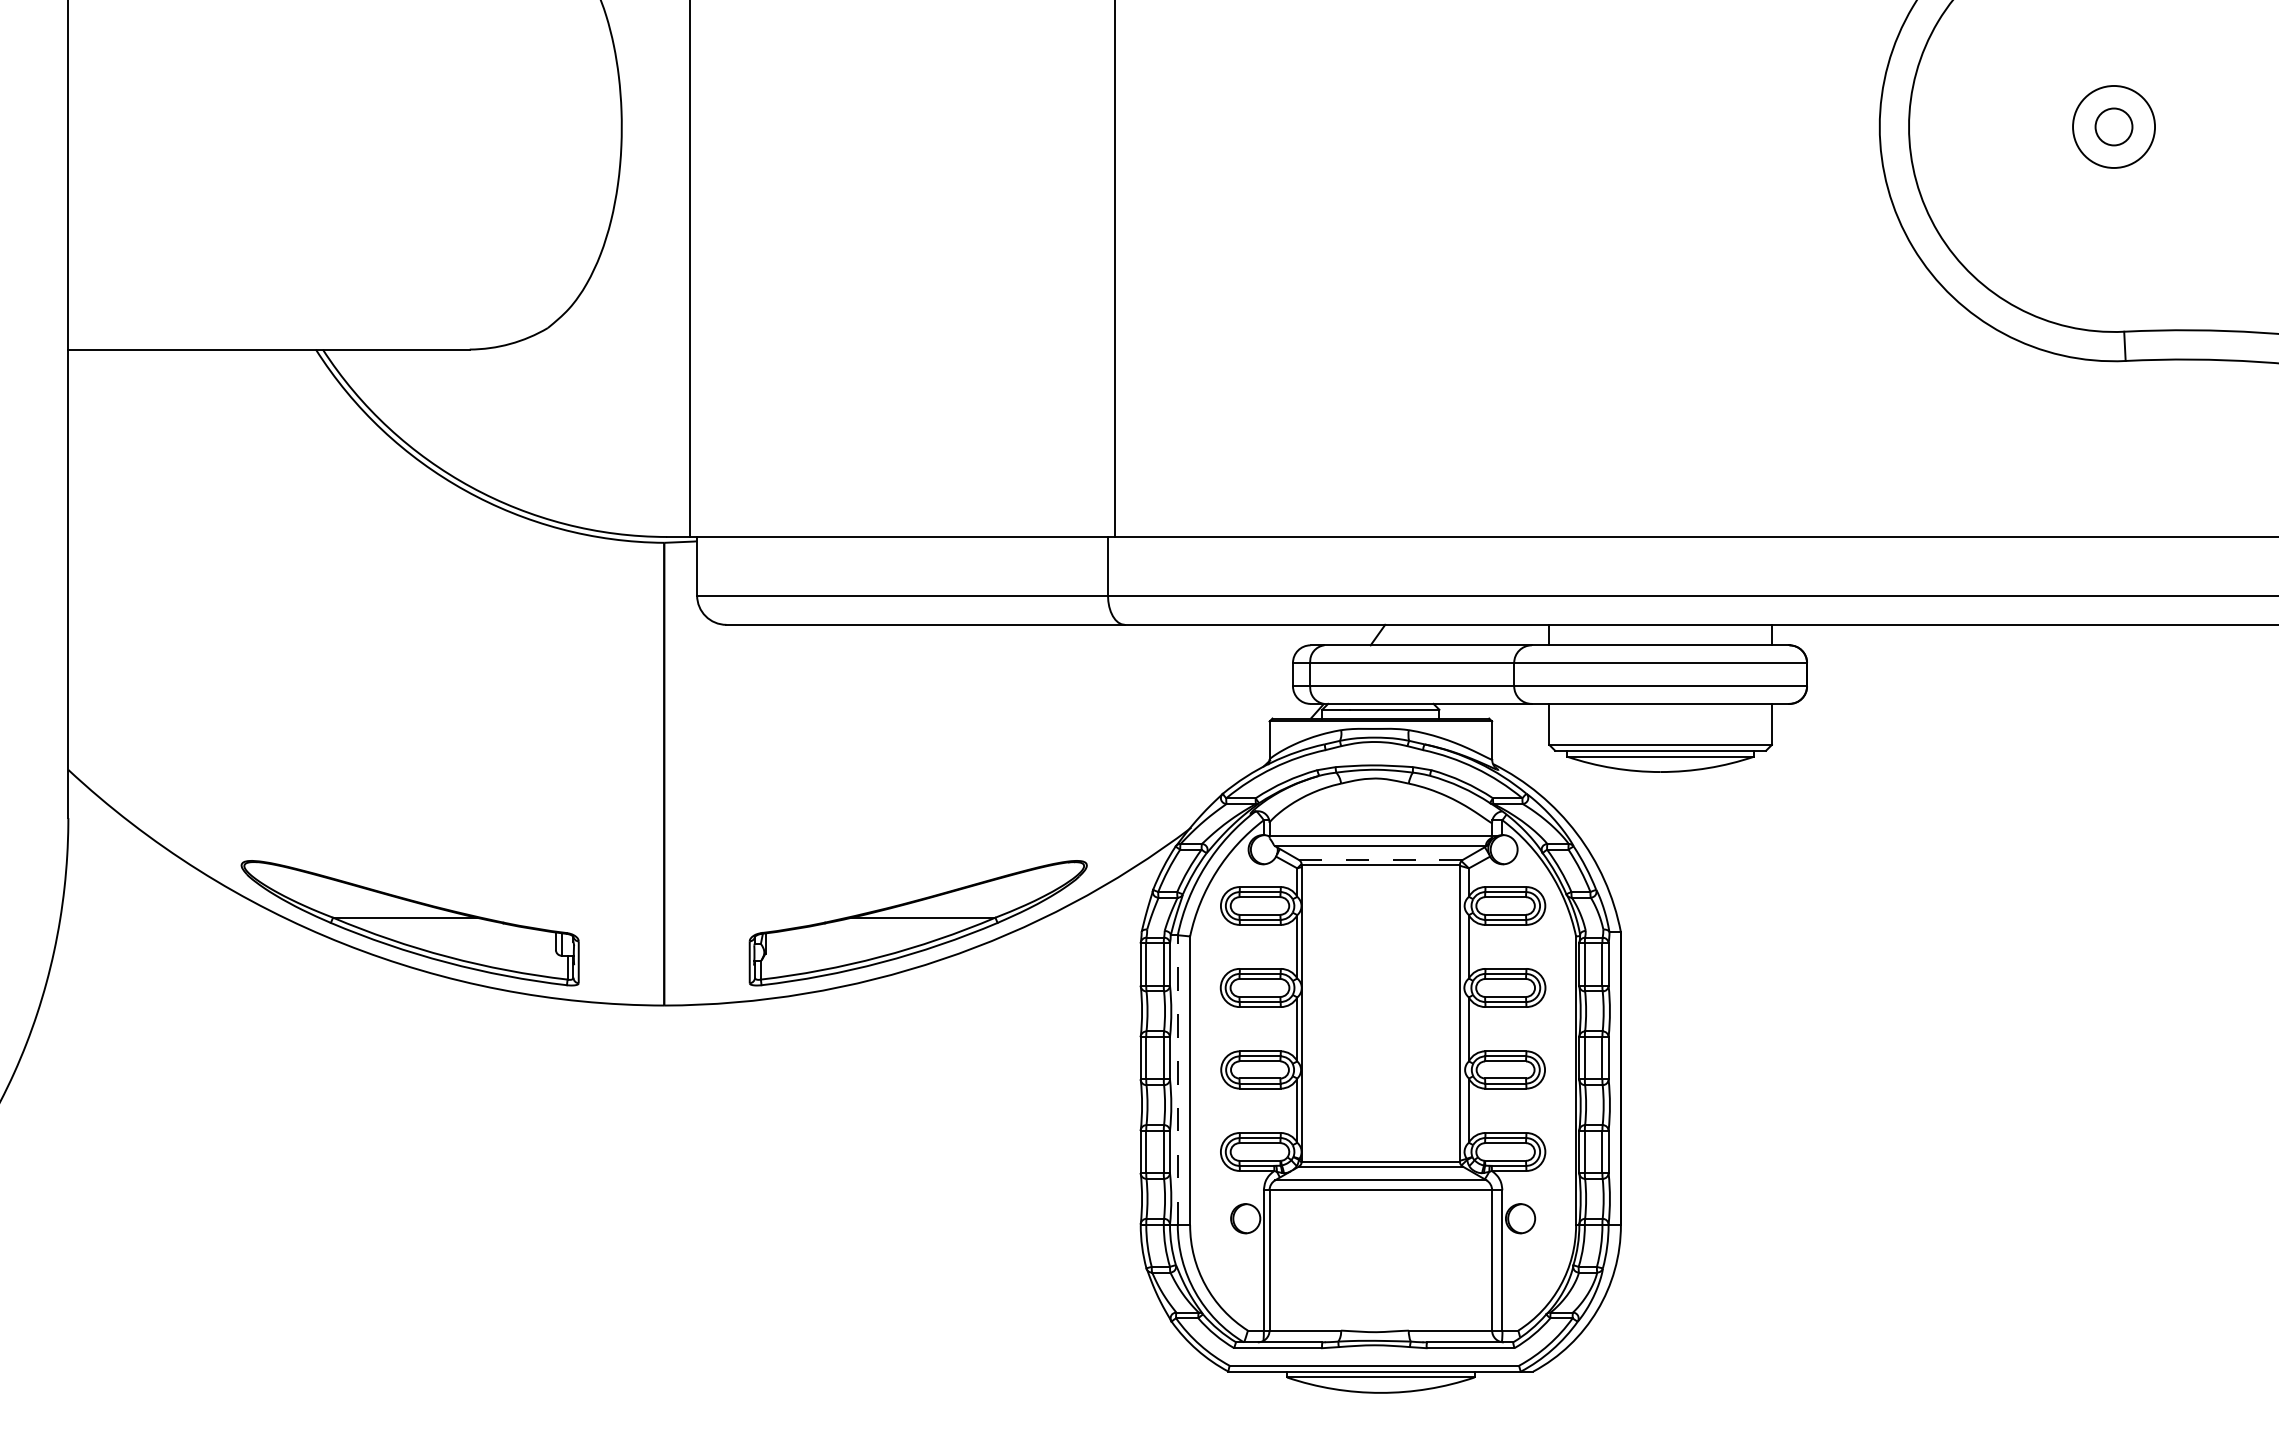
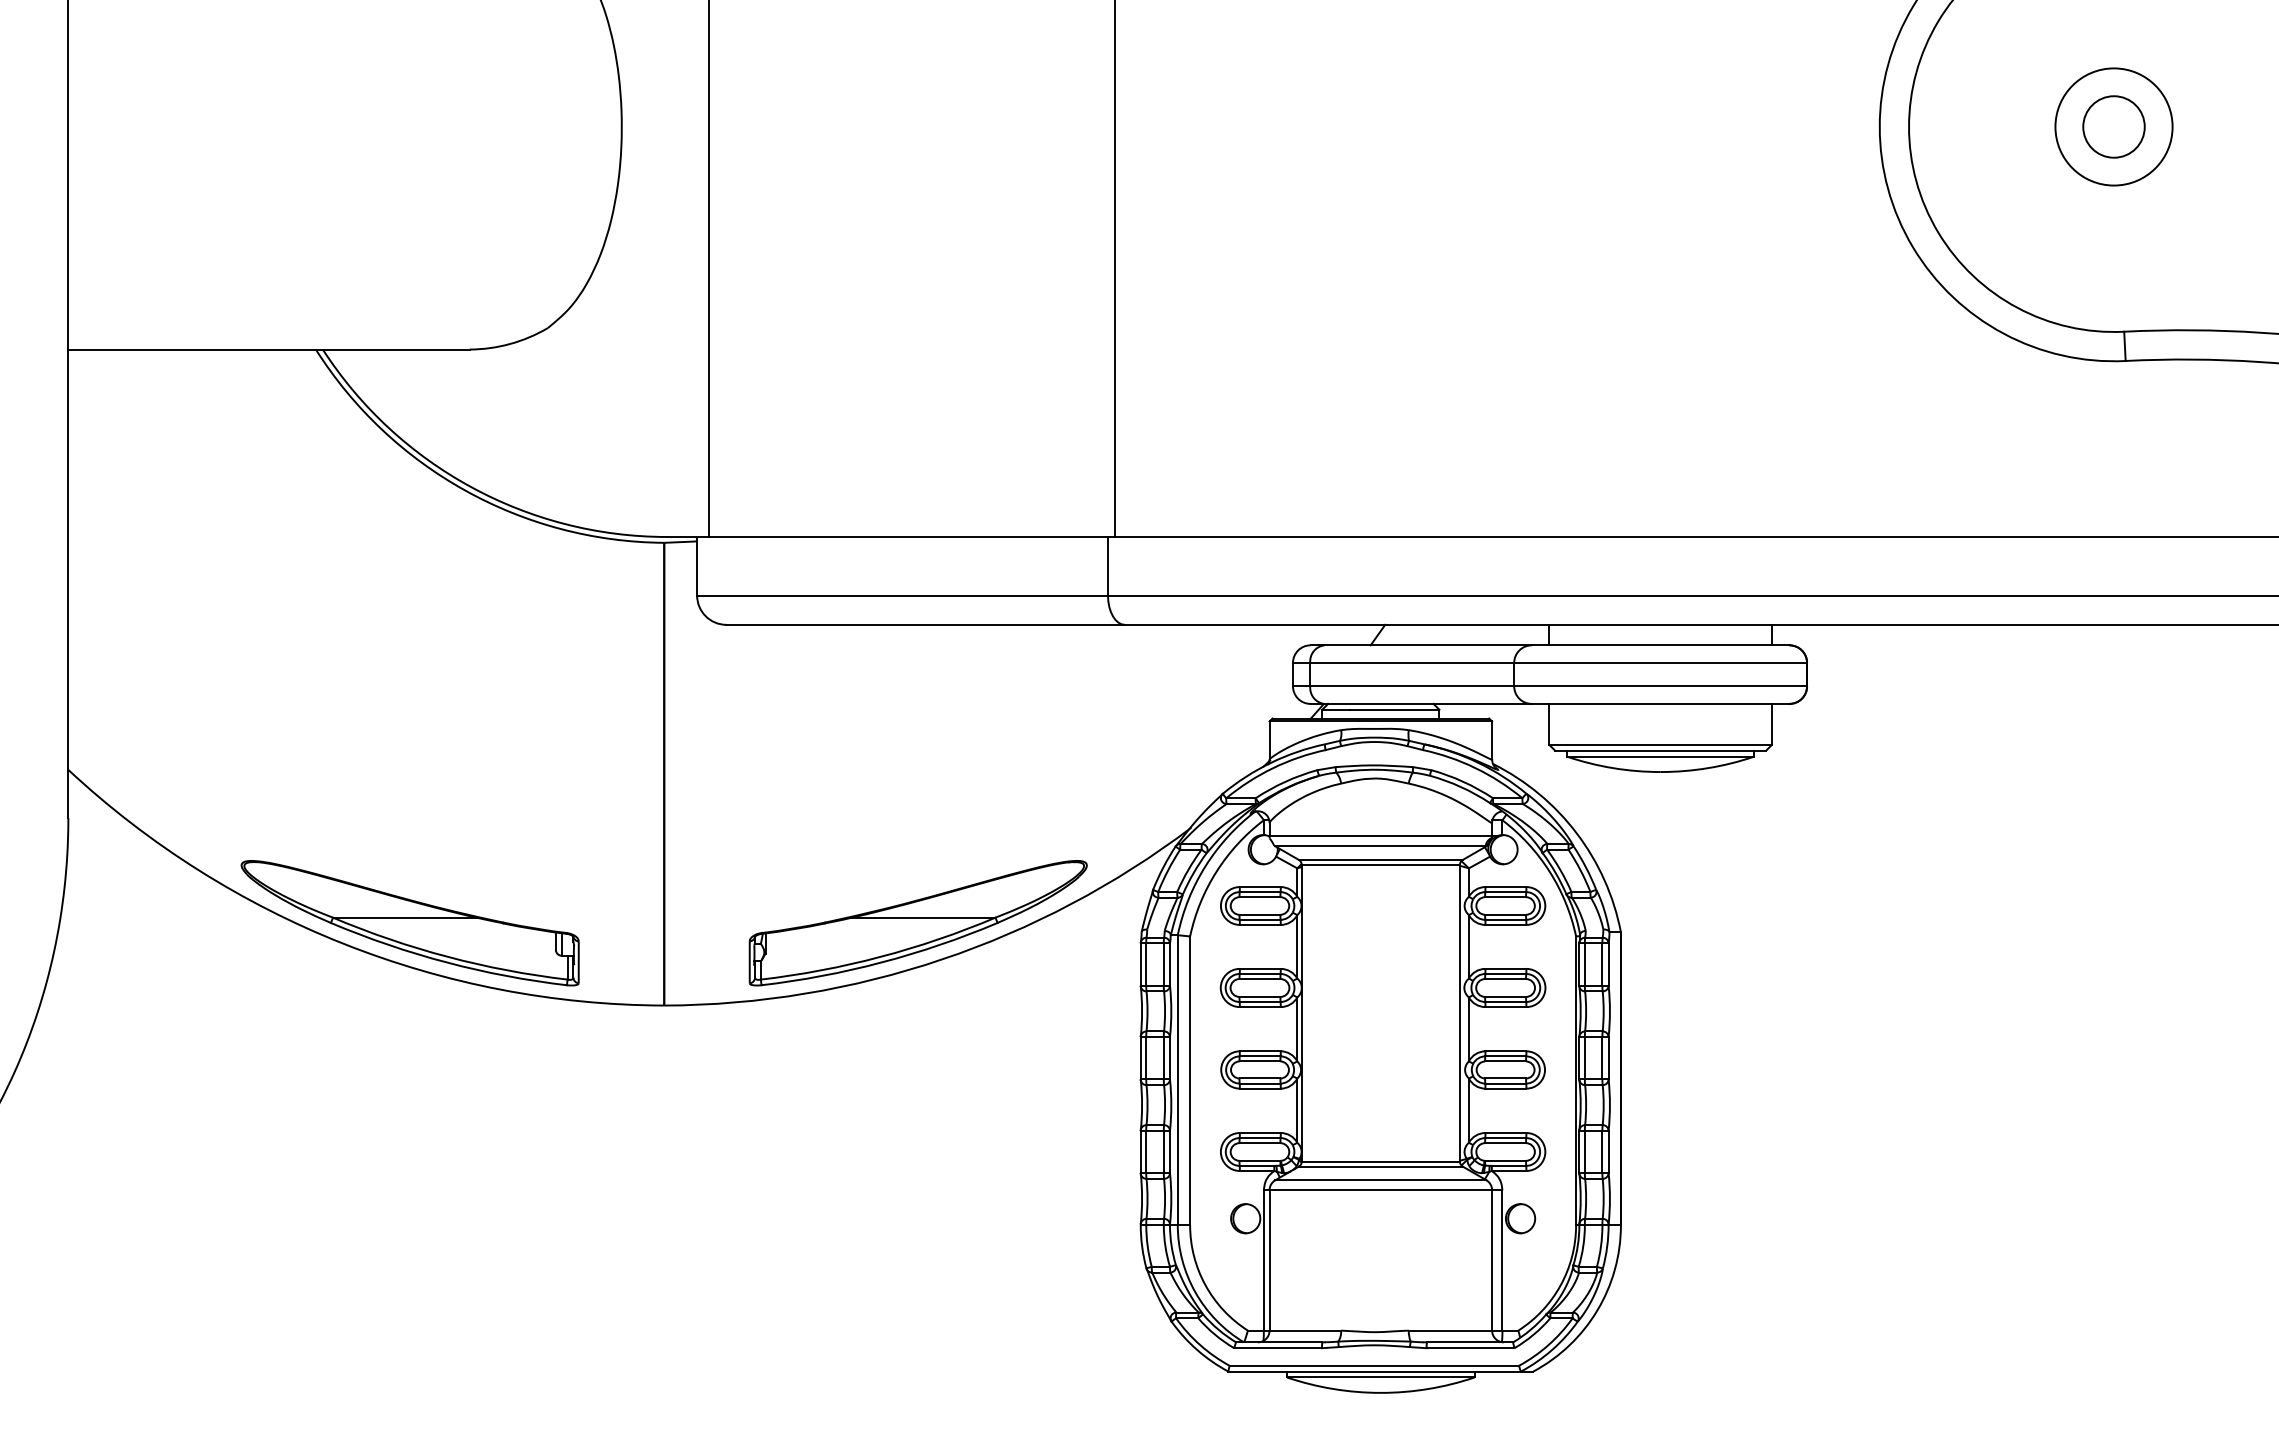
circle at (2113, 126) diameter: 37 px -> 62 px
circle at (2114, 126) diameter: 82 px -> 117 px
line at (689, 269) position: (689, 269) -> (708, 269)
line at (1381, 859): dashed -> solid
line at (1177, 1080): dashed -> solid
